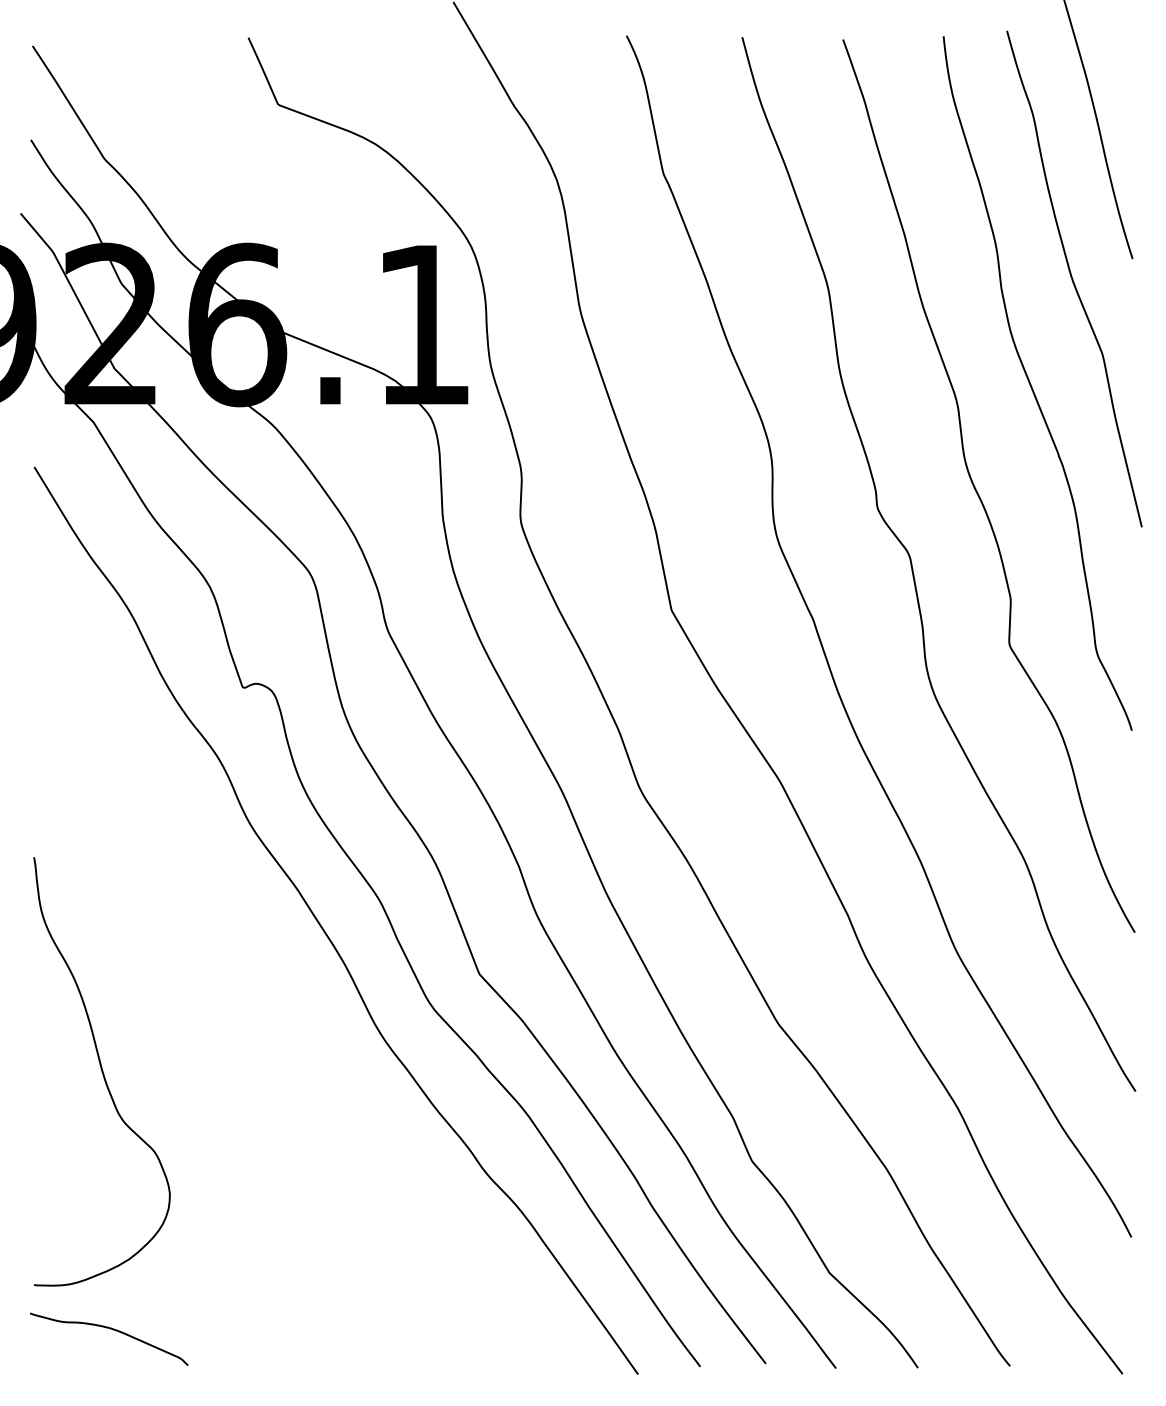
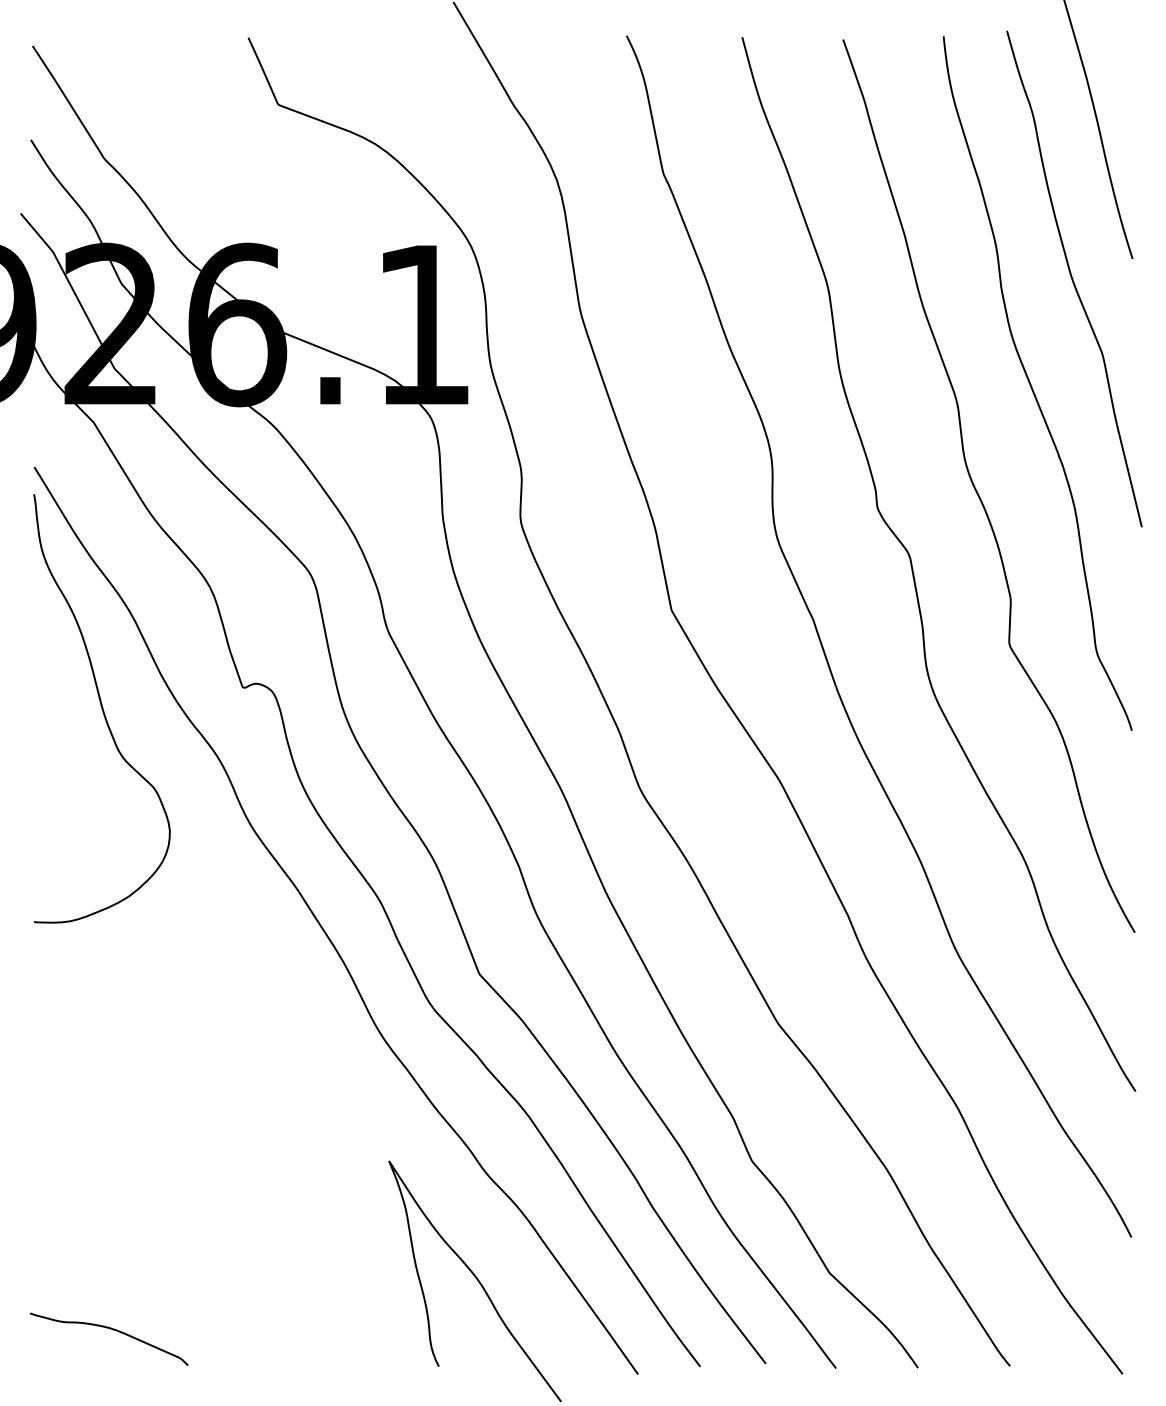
curve at (101, 1071) position: (101, 1071) -> (101, 708)
curve at (476, 1279): none -> present
